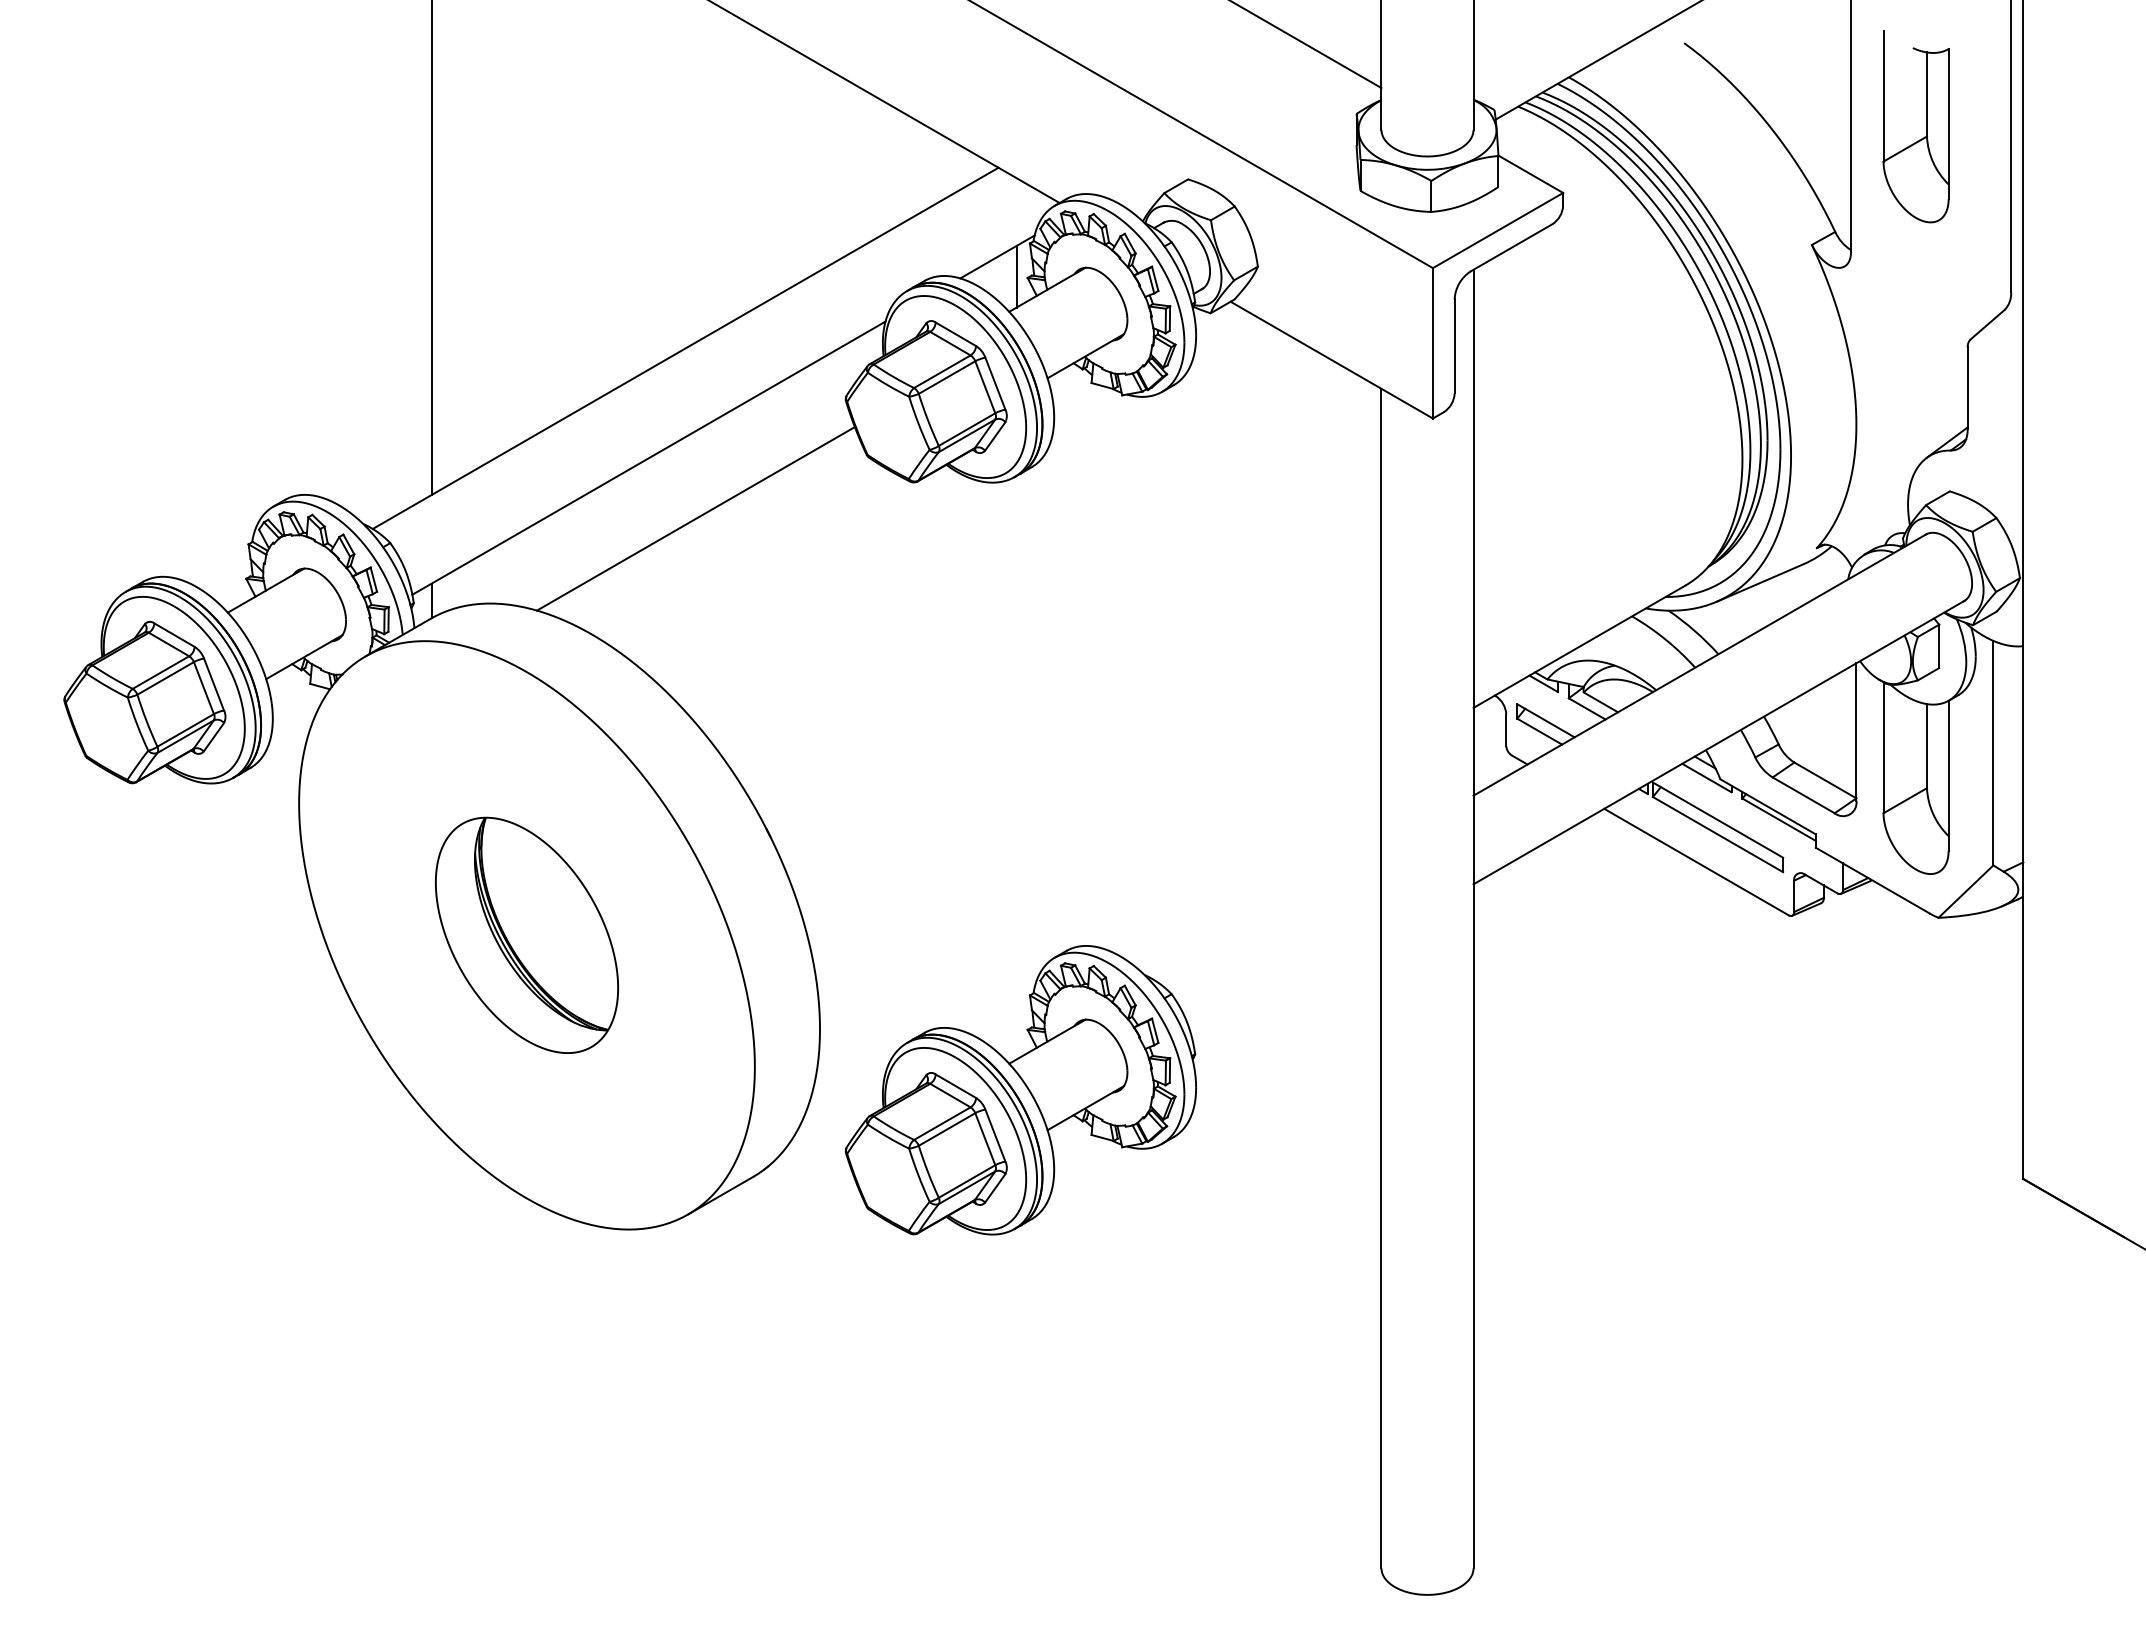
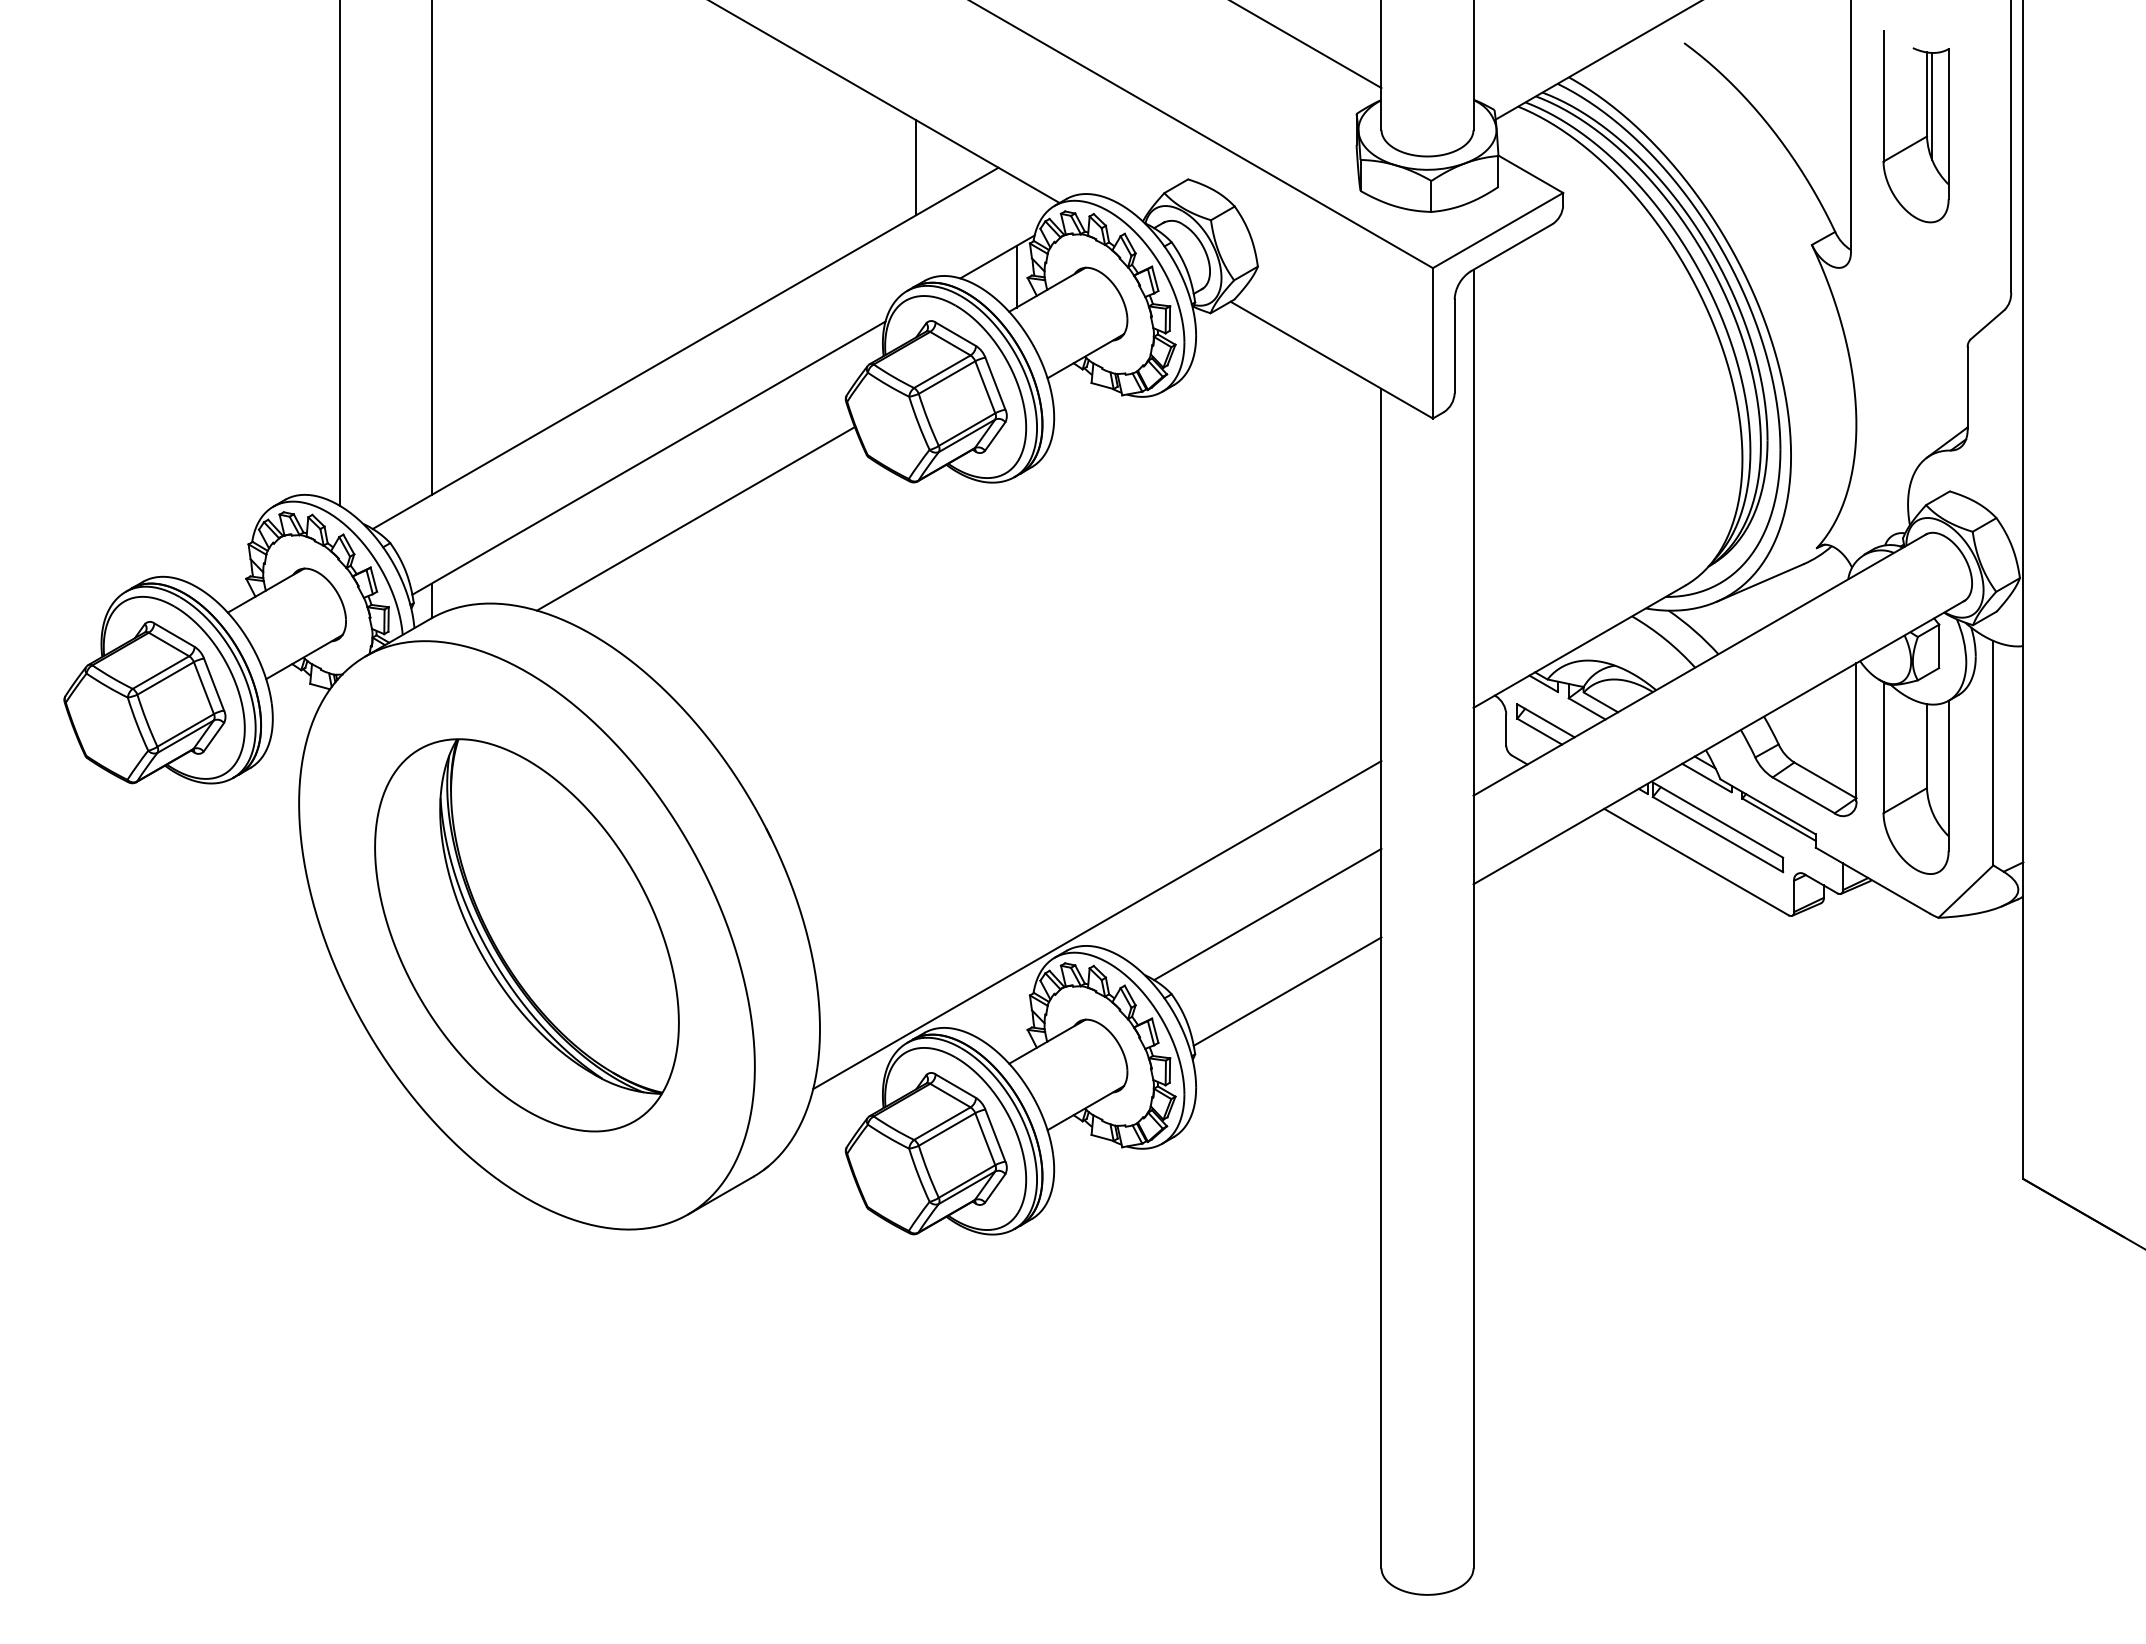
line at (1932, 106): none -> present
line at (916, 167): none -> present
line at (339, 253): none -> present
line at (1267, 914): none -> present
line at (1097, 925): none -> present
part at (526, 934) size: 184x238 px -> 306x395 px
line at (1287, 991): none -> present
